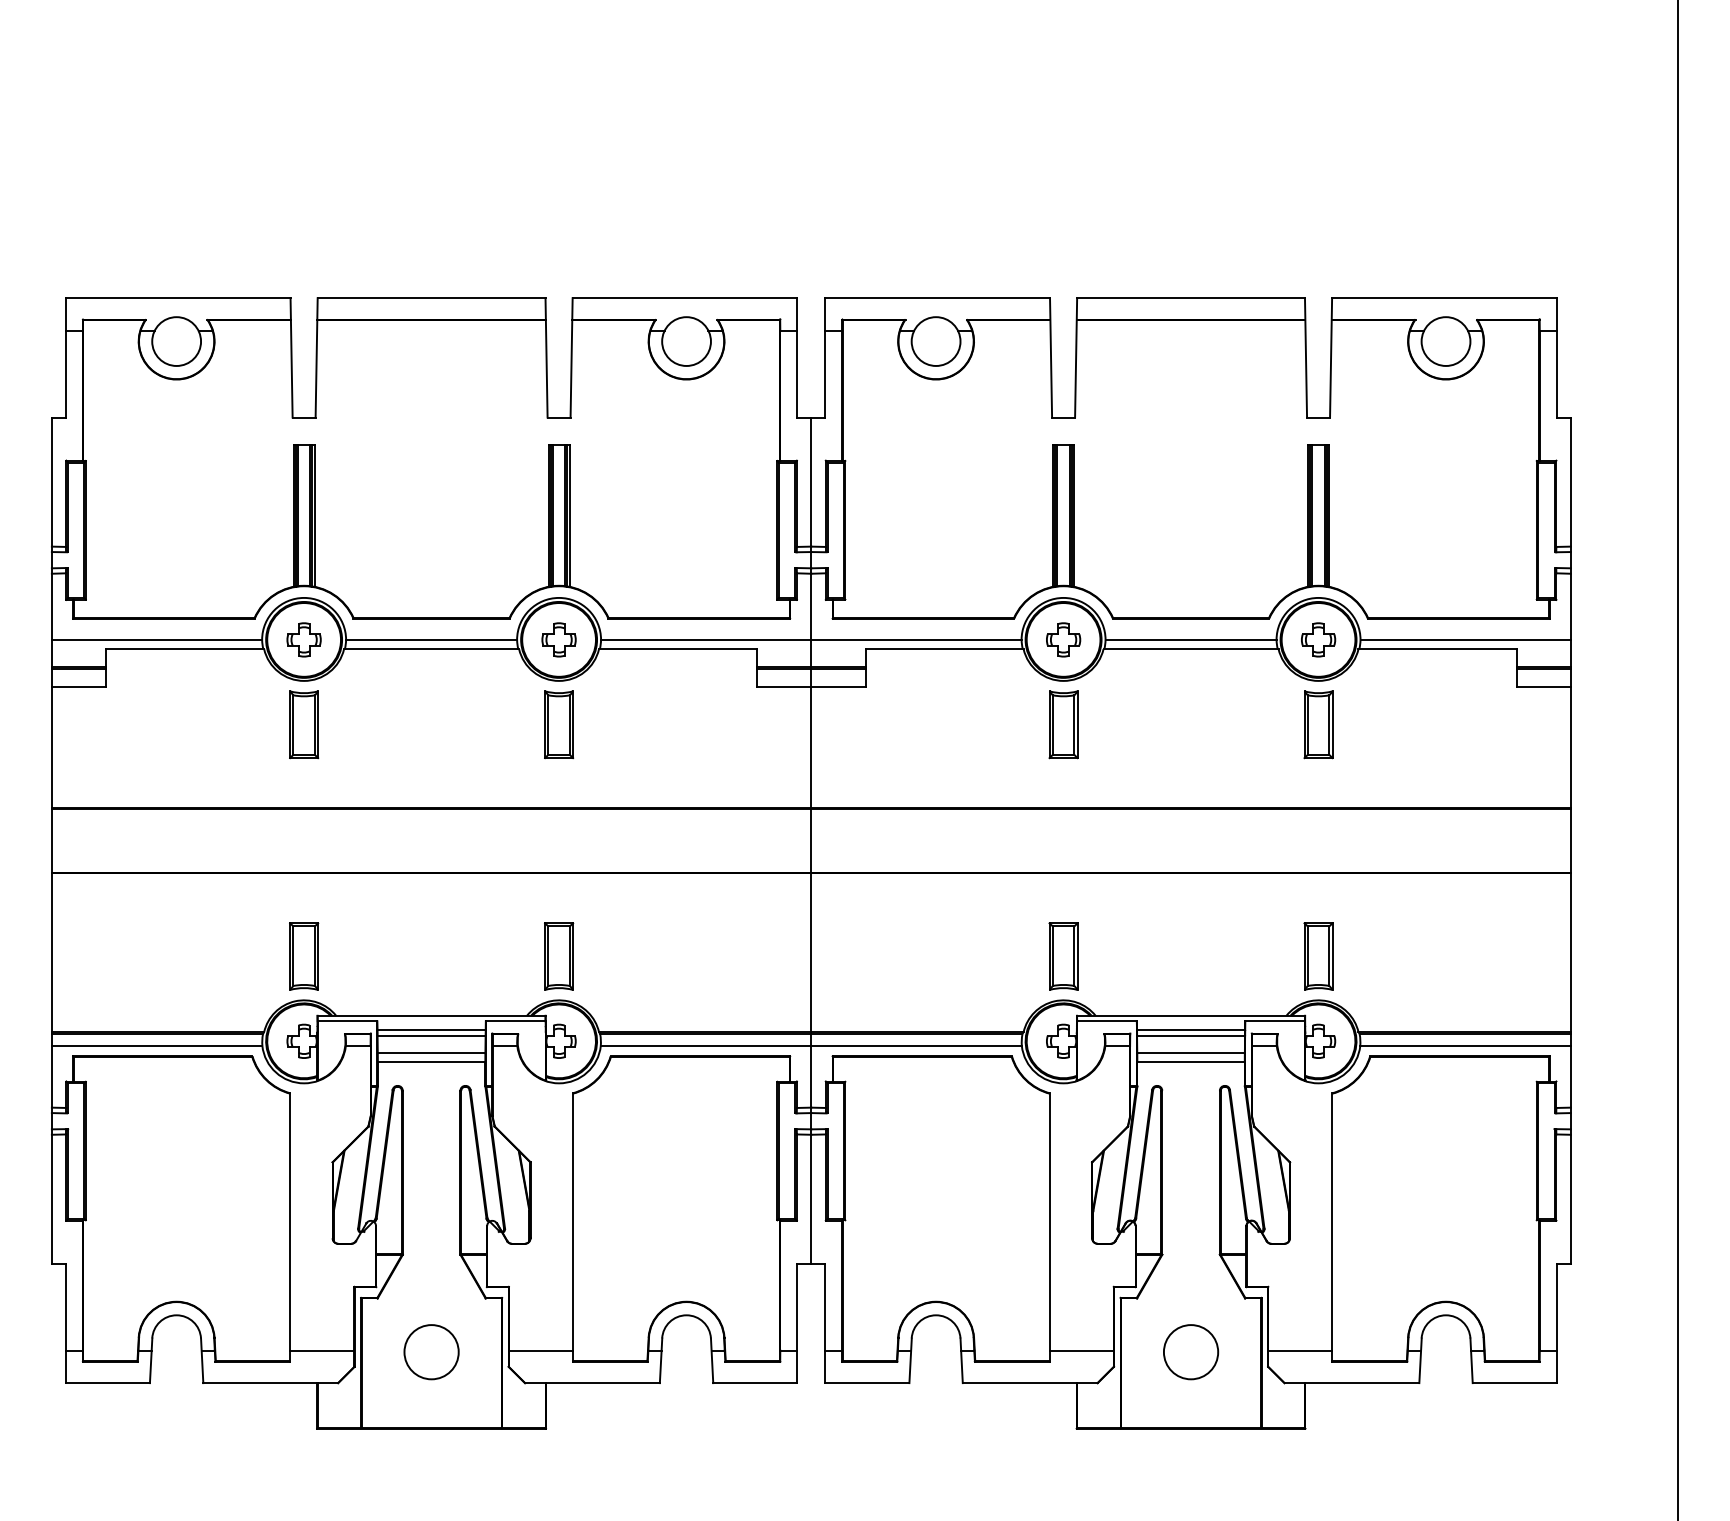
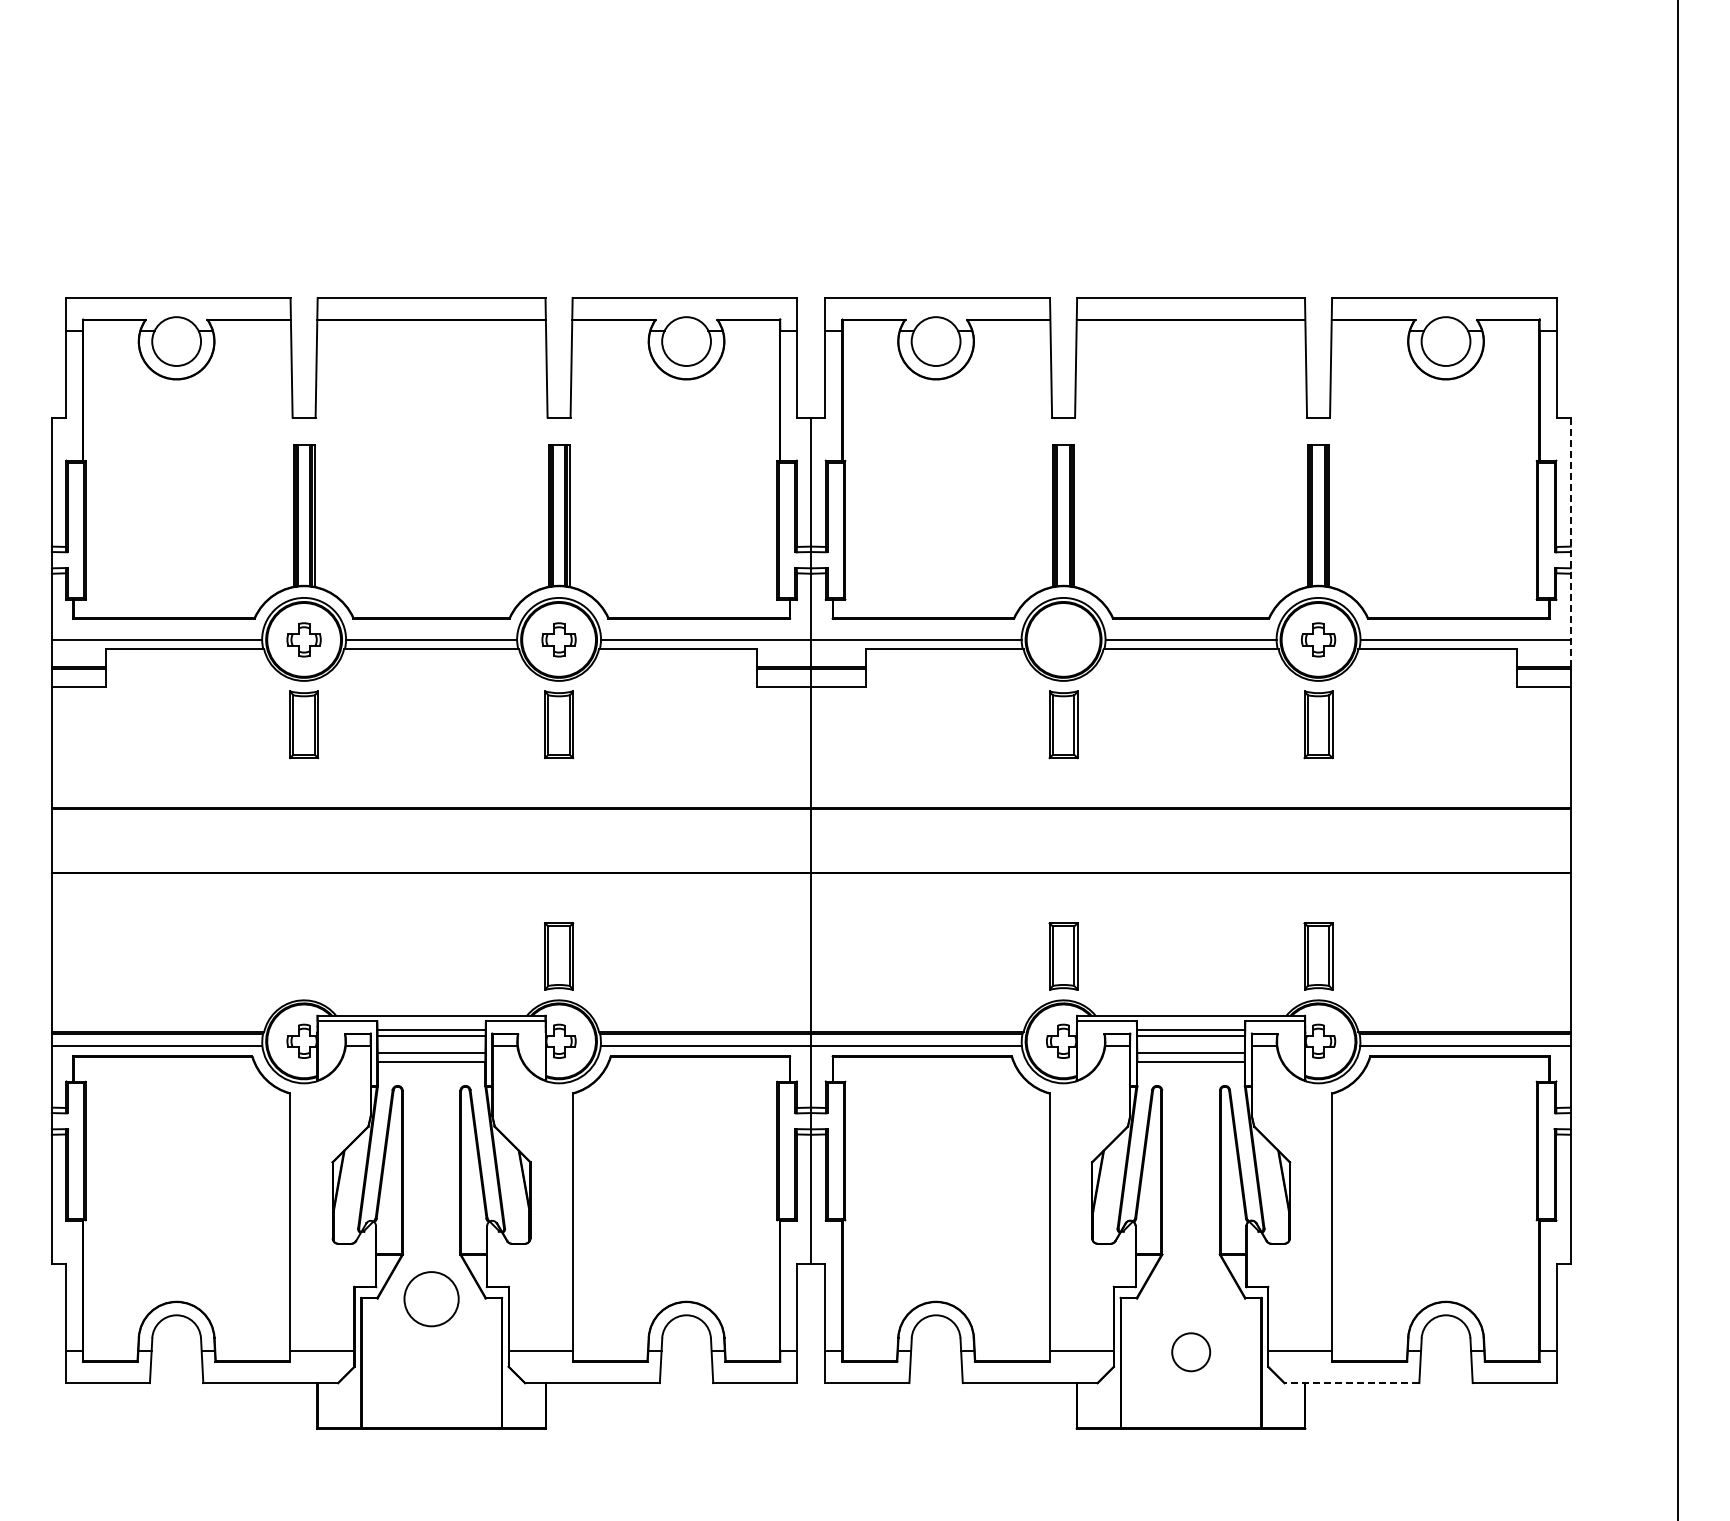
line at (1570, 542): solid -> dashed
part at (1063, 639): present -> none
part at (304, 956): present -> none
circle at (431, 1352) position: (431, 1352) -> (431, 1299)
circle at (1191, 1352) size: 57x57 px -> 41x41 px
line at (1351, 1383): solid -> dashed
